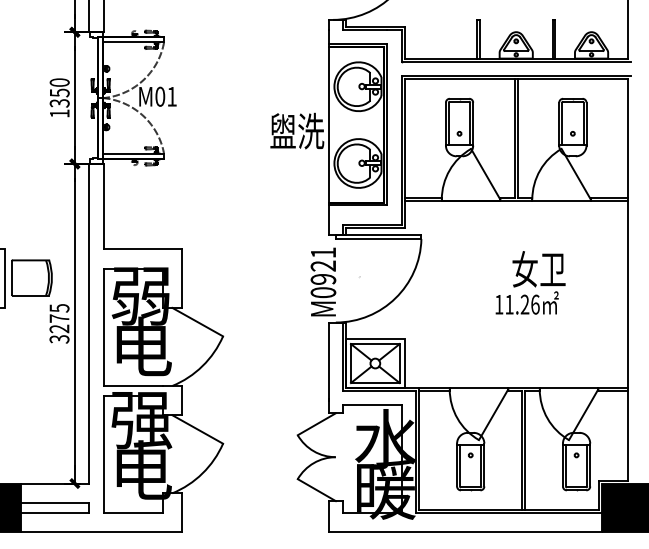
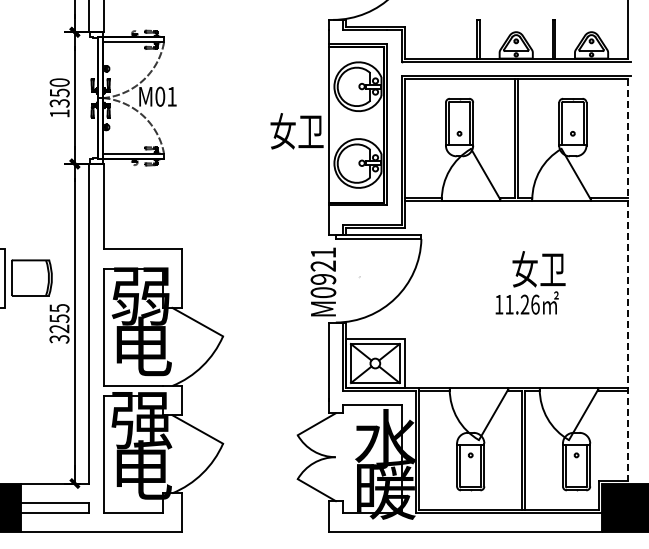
text at (297, 130): 盥洗 -> 女卫
line at (628, 279): solid -> dashed
text at (59, 318): 3275 -> 3255
